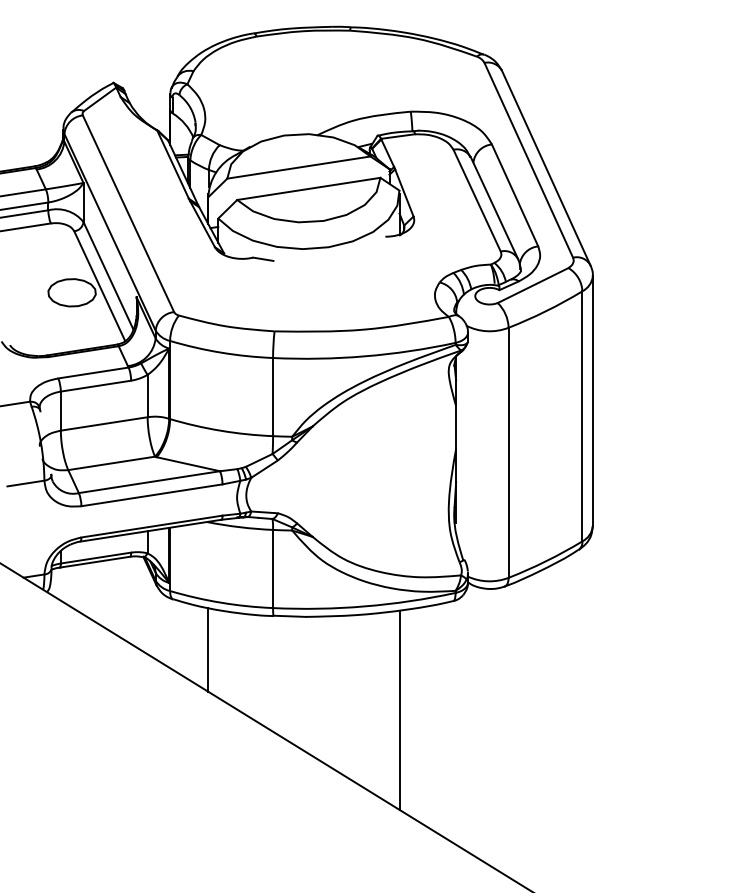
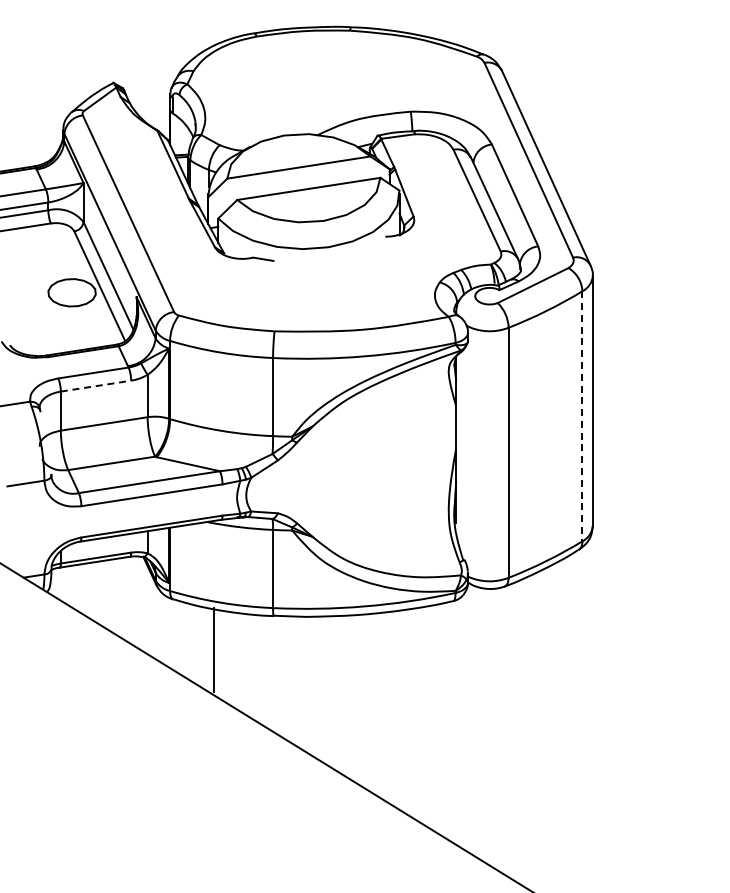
line at (95, 386): solid -> dashed
line at (582, 416): solid -> dashed
line at (208, 649) position: (208, 649) -> (214, 649)
line at (399, 709): present -> none
